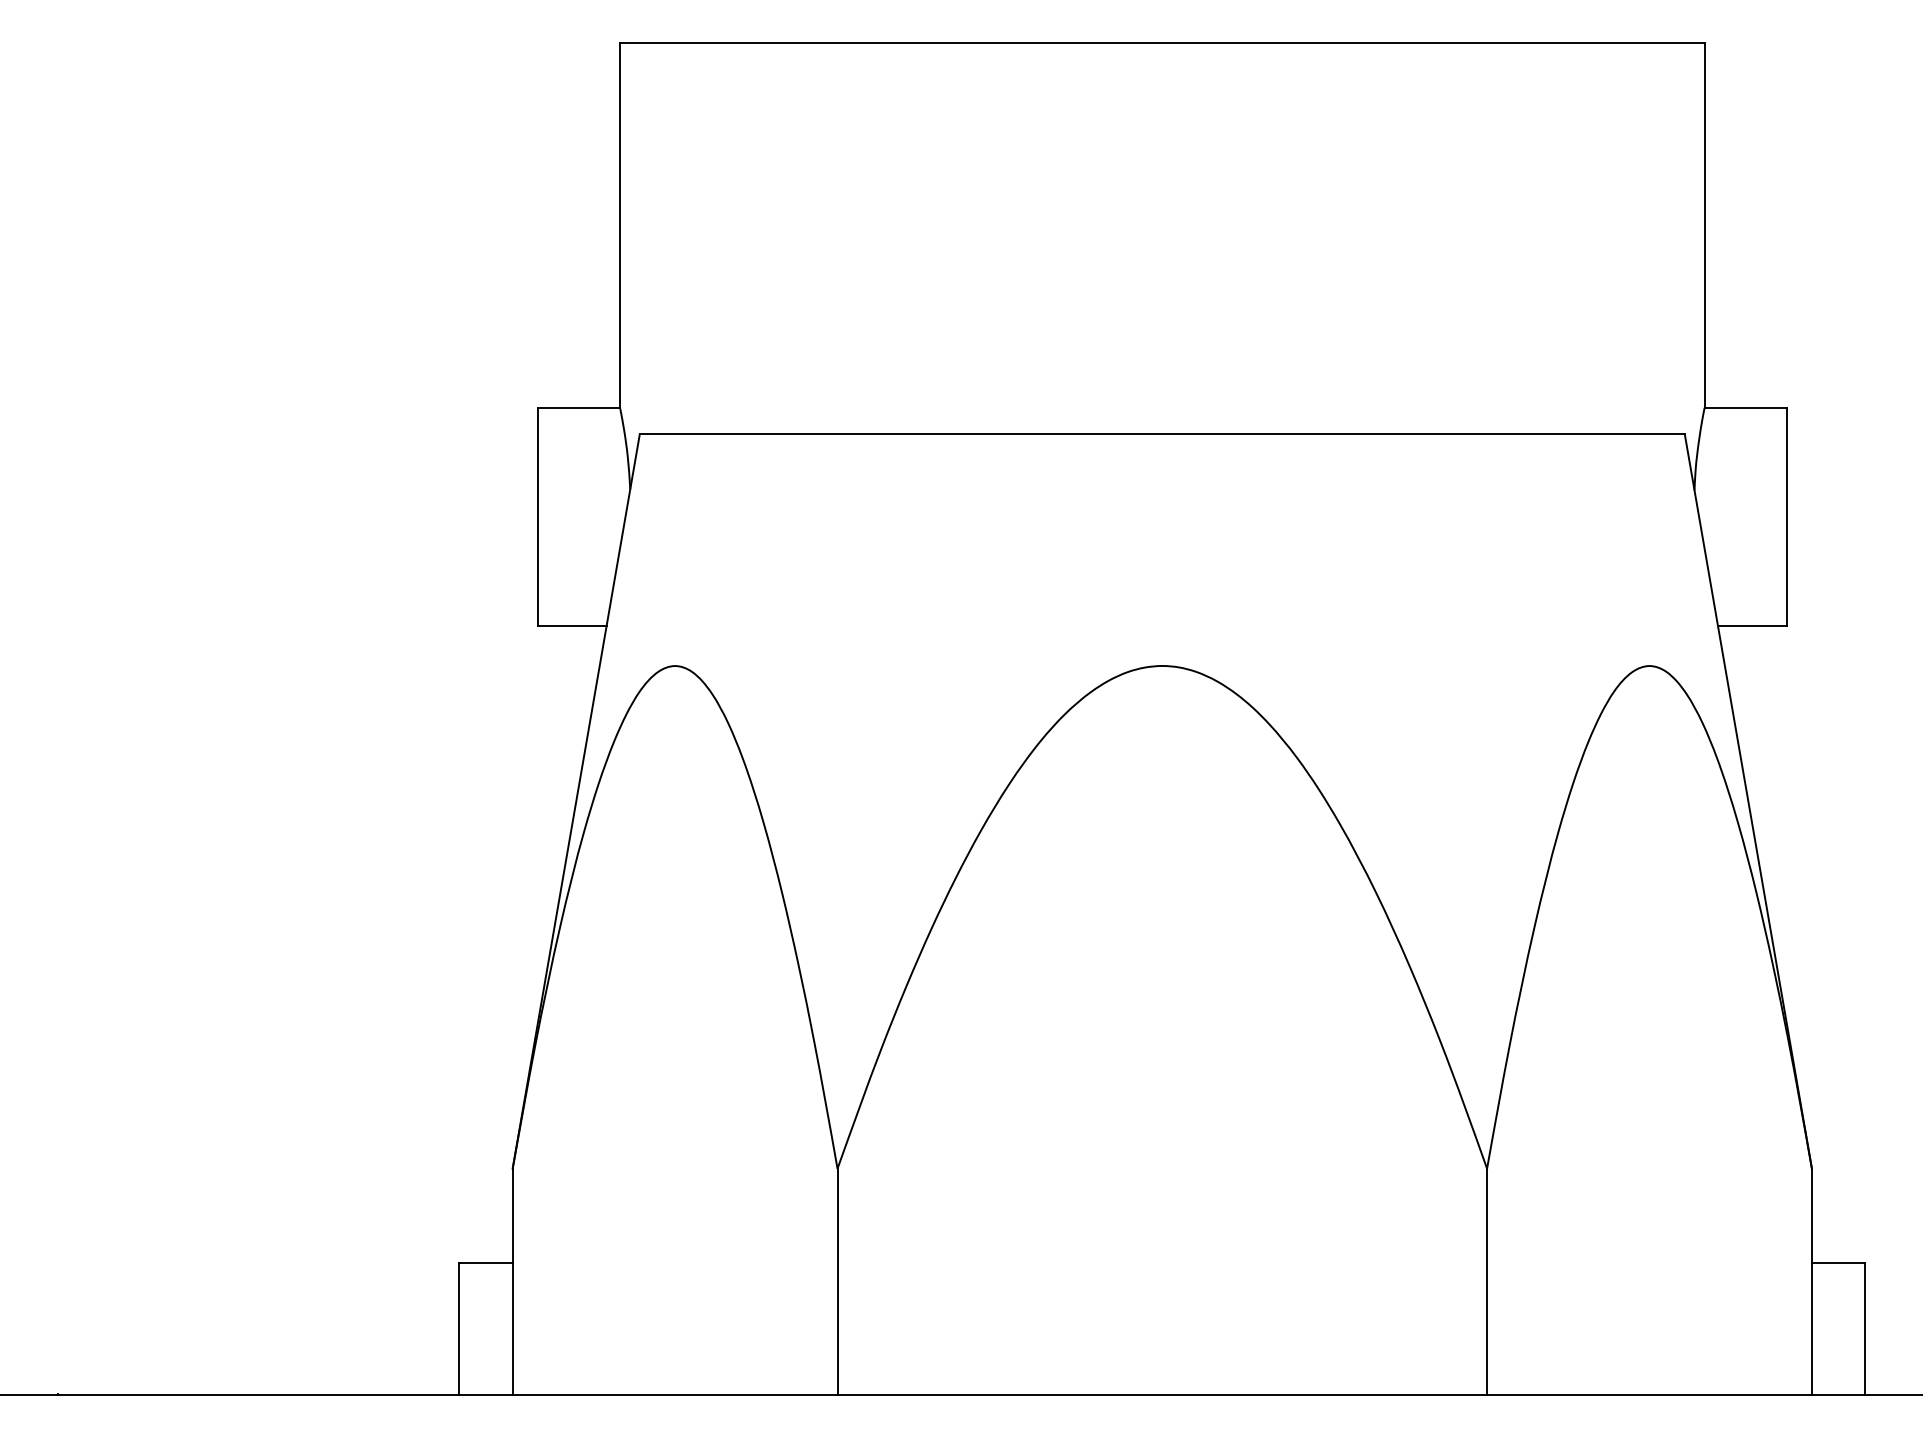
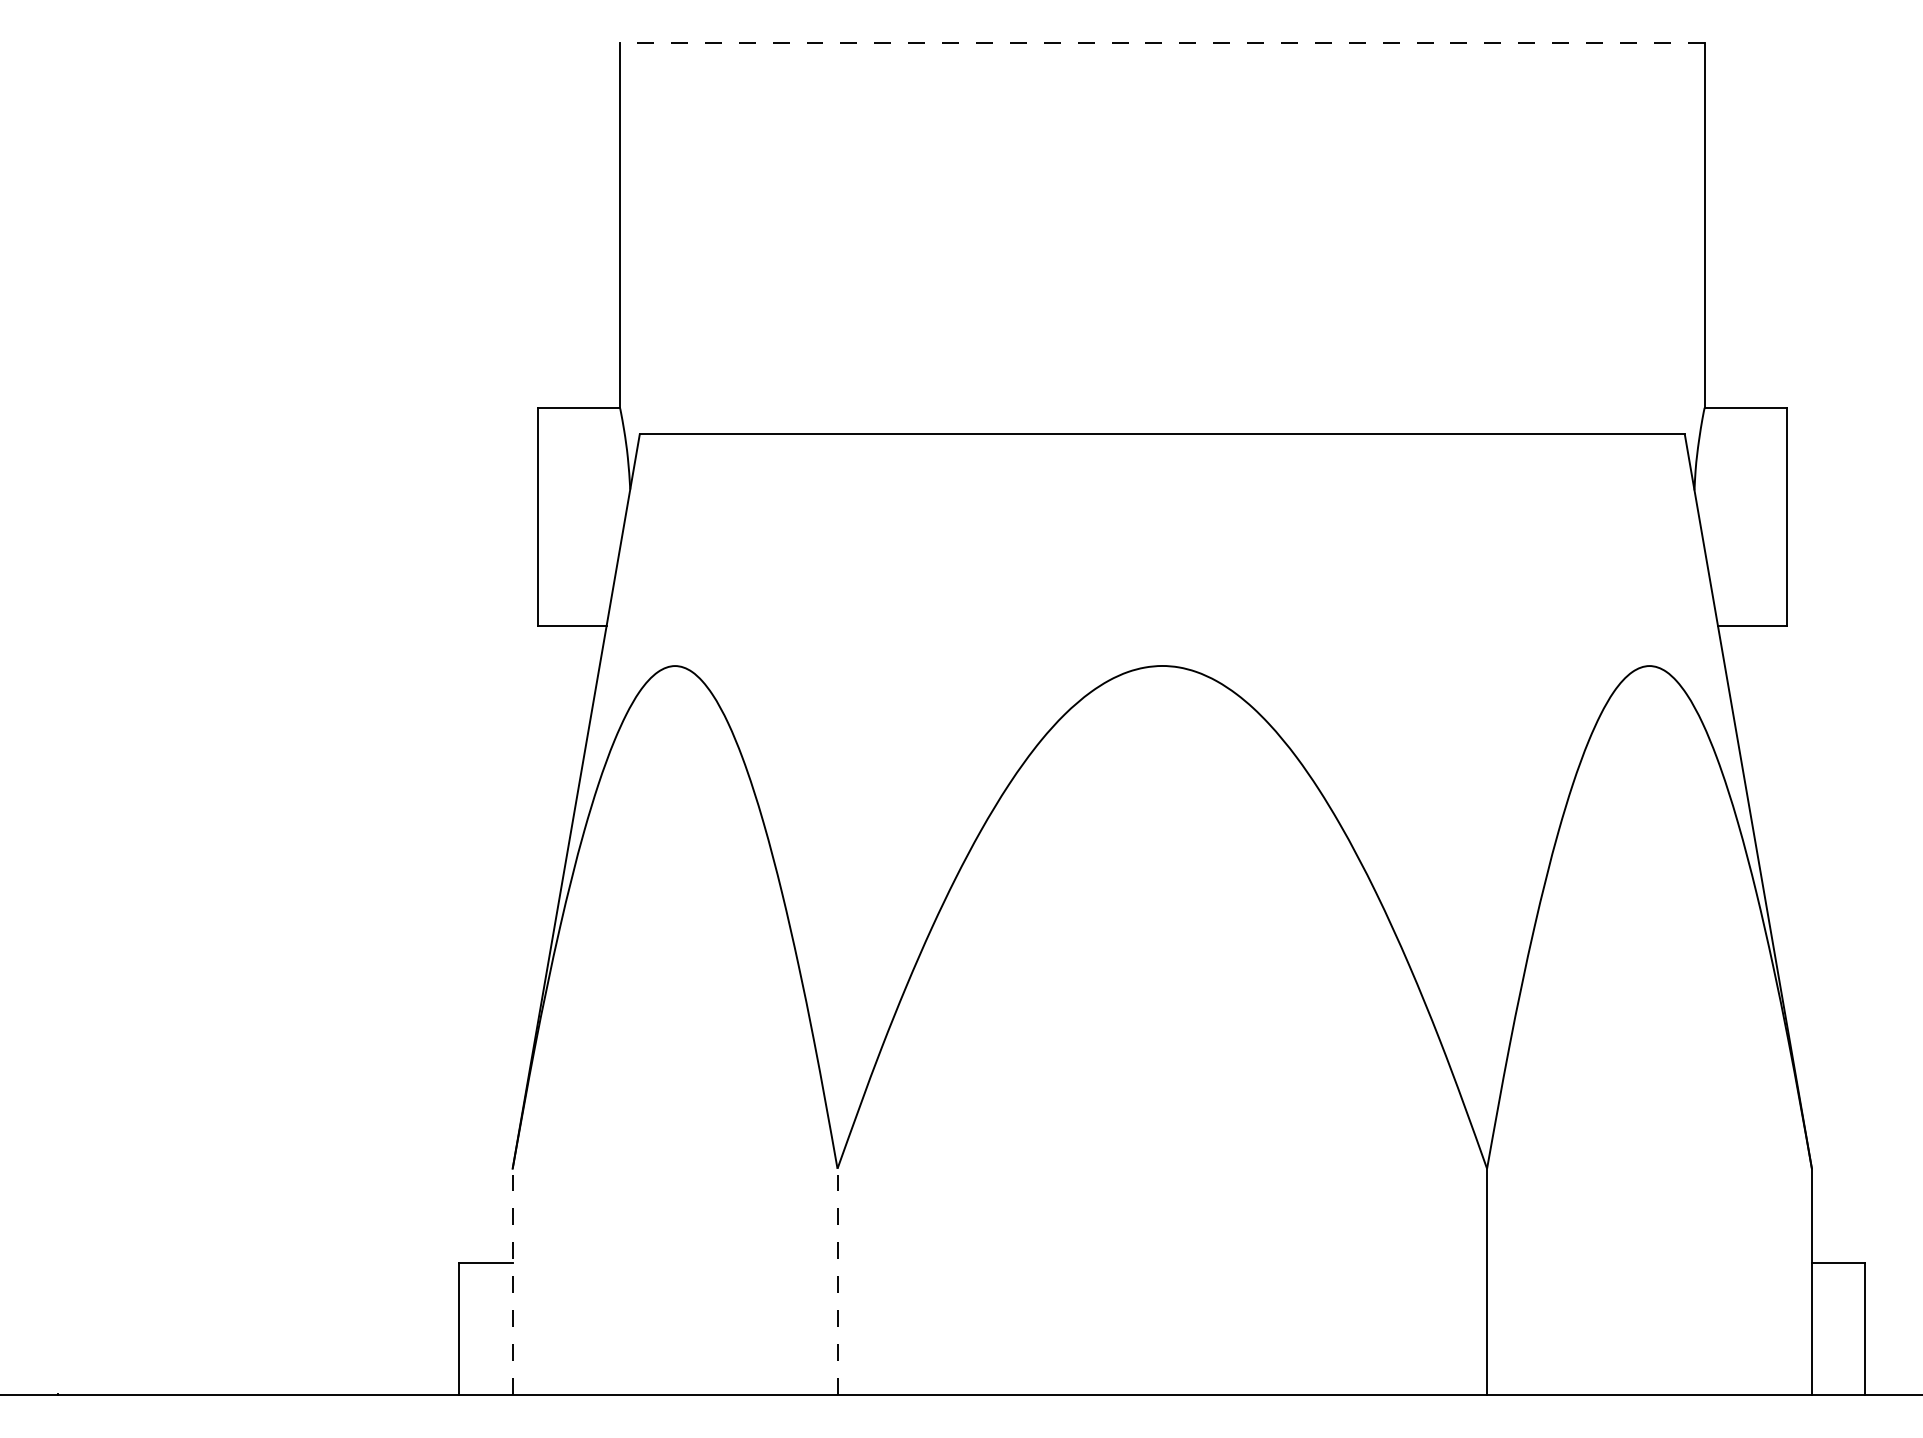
line at (1161, 43): solid -> dashed
line at (512, 1281): solid -> dashed
line at (837, 1281): solid -> dashed
